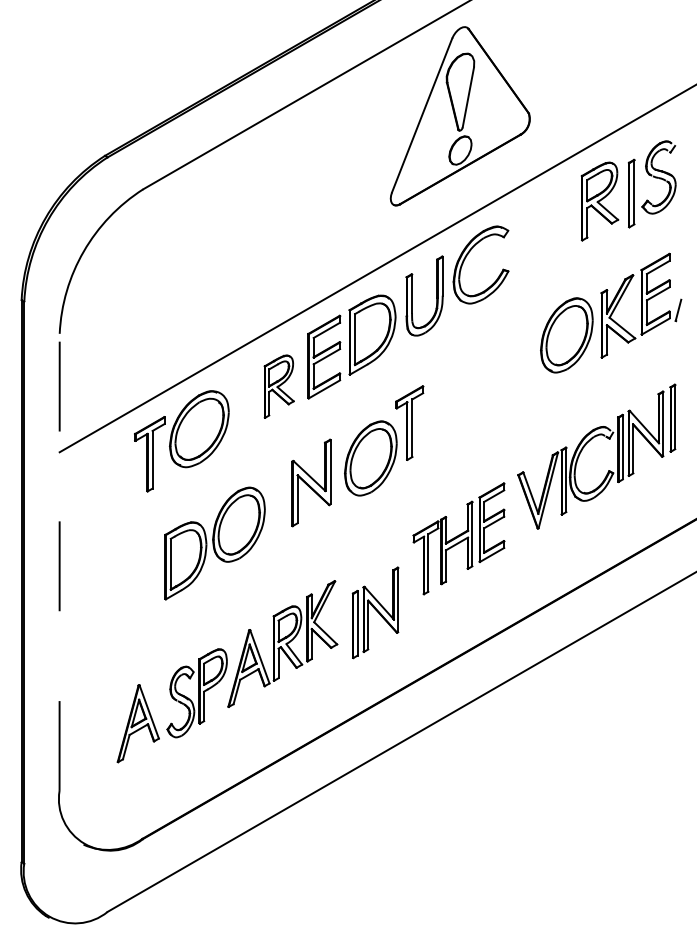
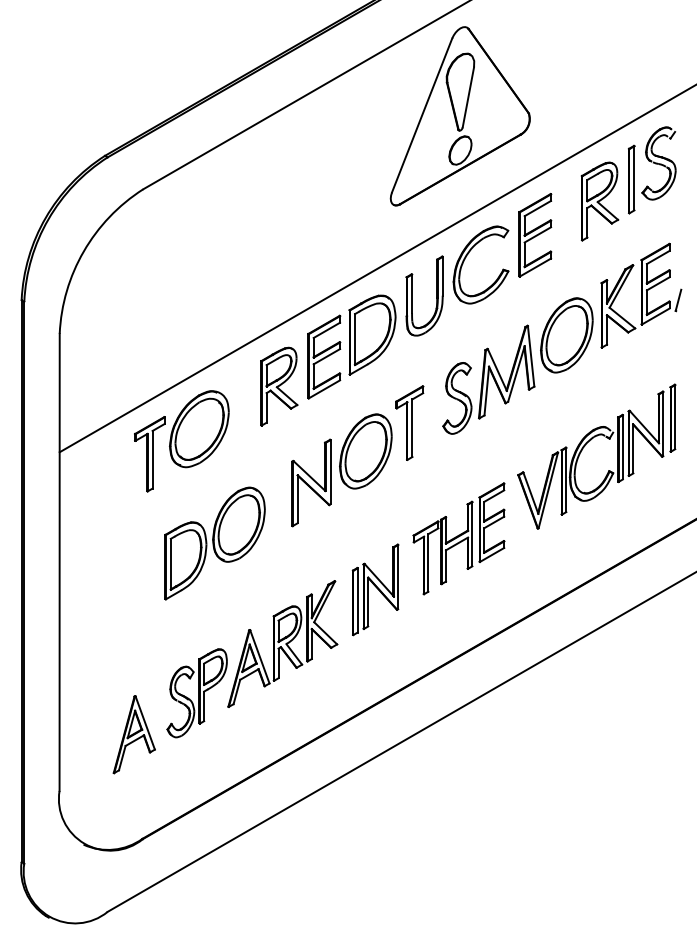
part at (655, 178) position: (655, 178) -> (655, 164)
part at (535, 235): none -> present
part at (641, 305) position: (641, 305) -> (641, 295)
part at (488, 379): none -> present
part at (278, 386) size: 32x65 px -> 39x81 px
part at (370, 458) position: (370, 458) -> (365, 451)
line at (59, 562): dashed -> solid
part at (375, 612) position: (375, 612) -> (375, 589)
part at (137, 723) position: (137, 723) -> (133, 734)
